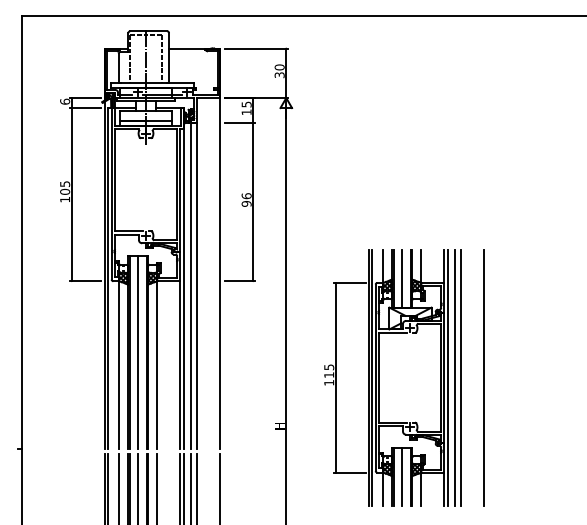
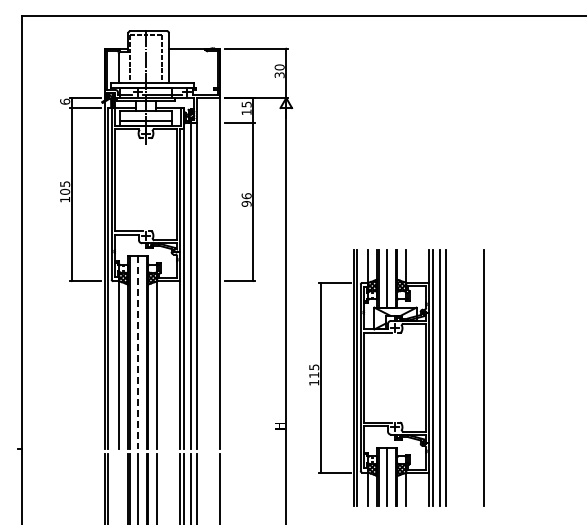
line at (138, 353): solid -> dashed
part at (392, 377) position: (392, 377) -> (377, 377)
line at (119, 487): present -> none
